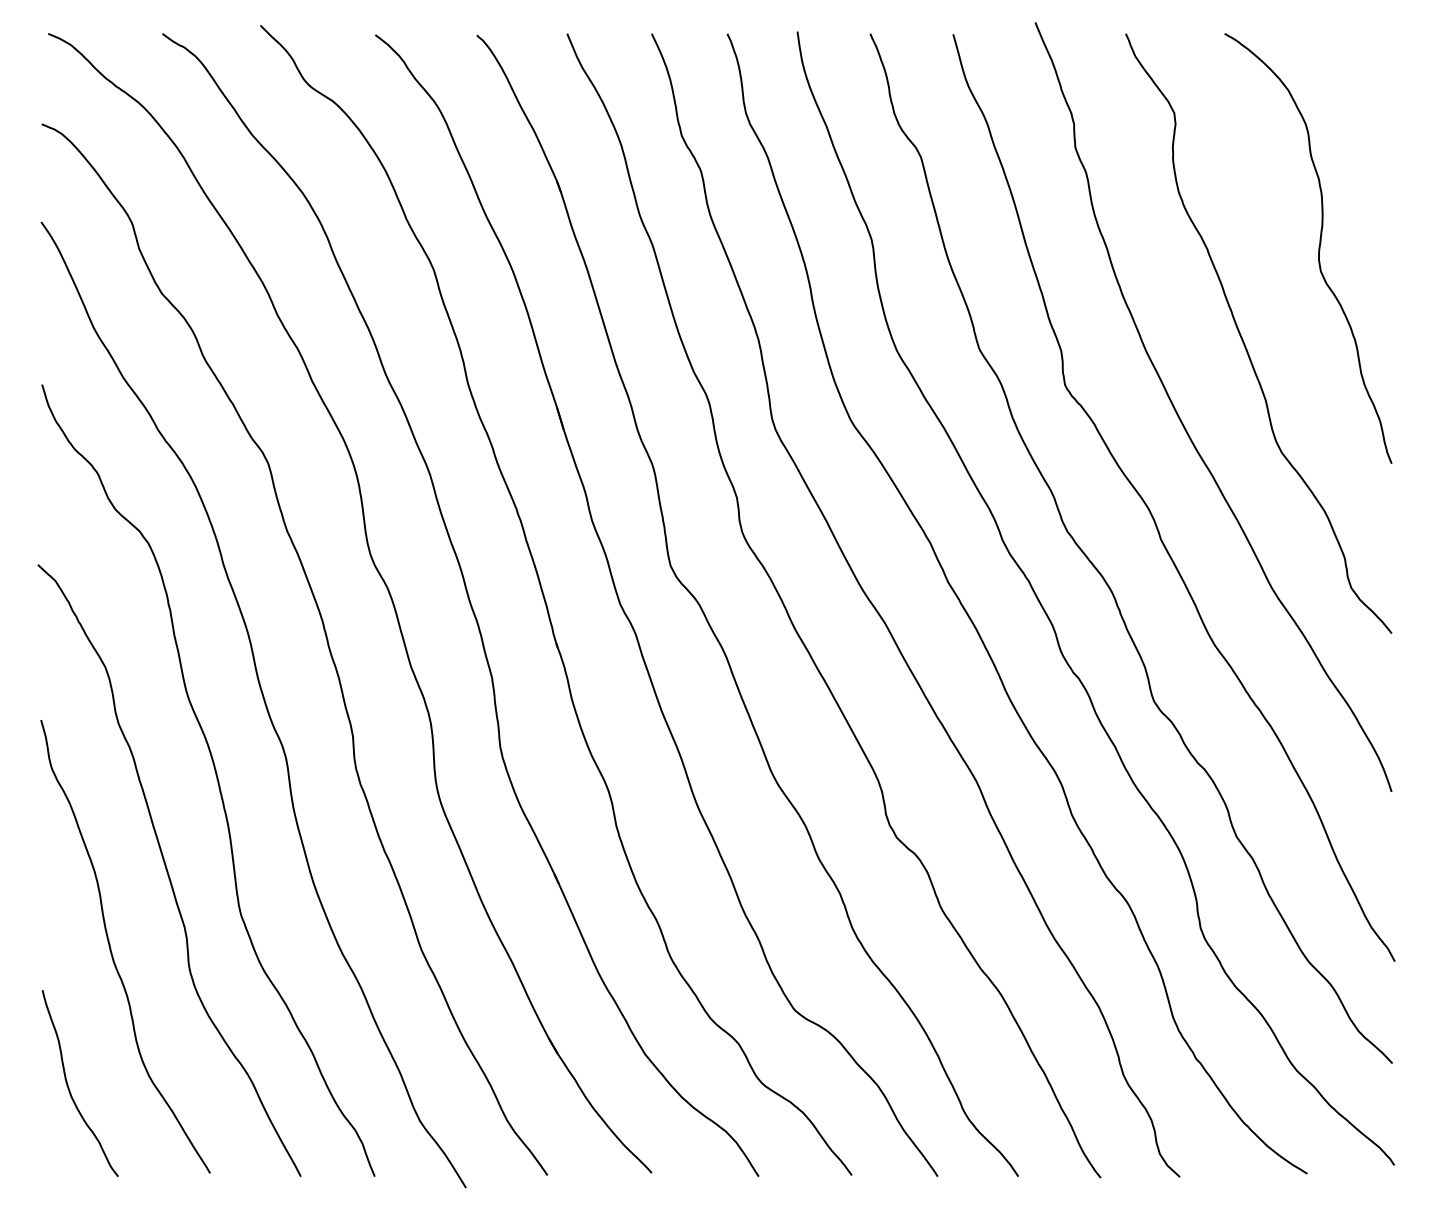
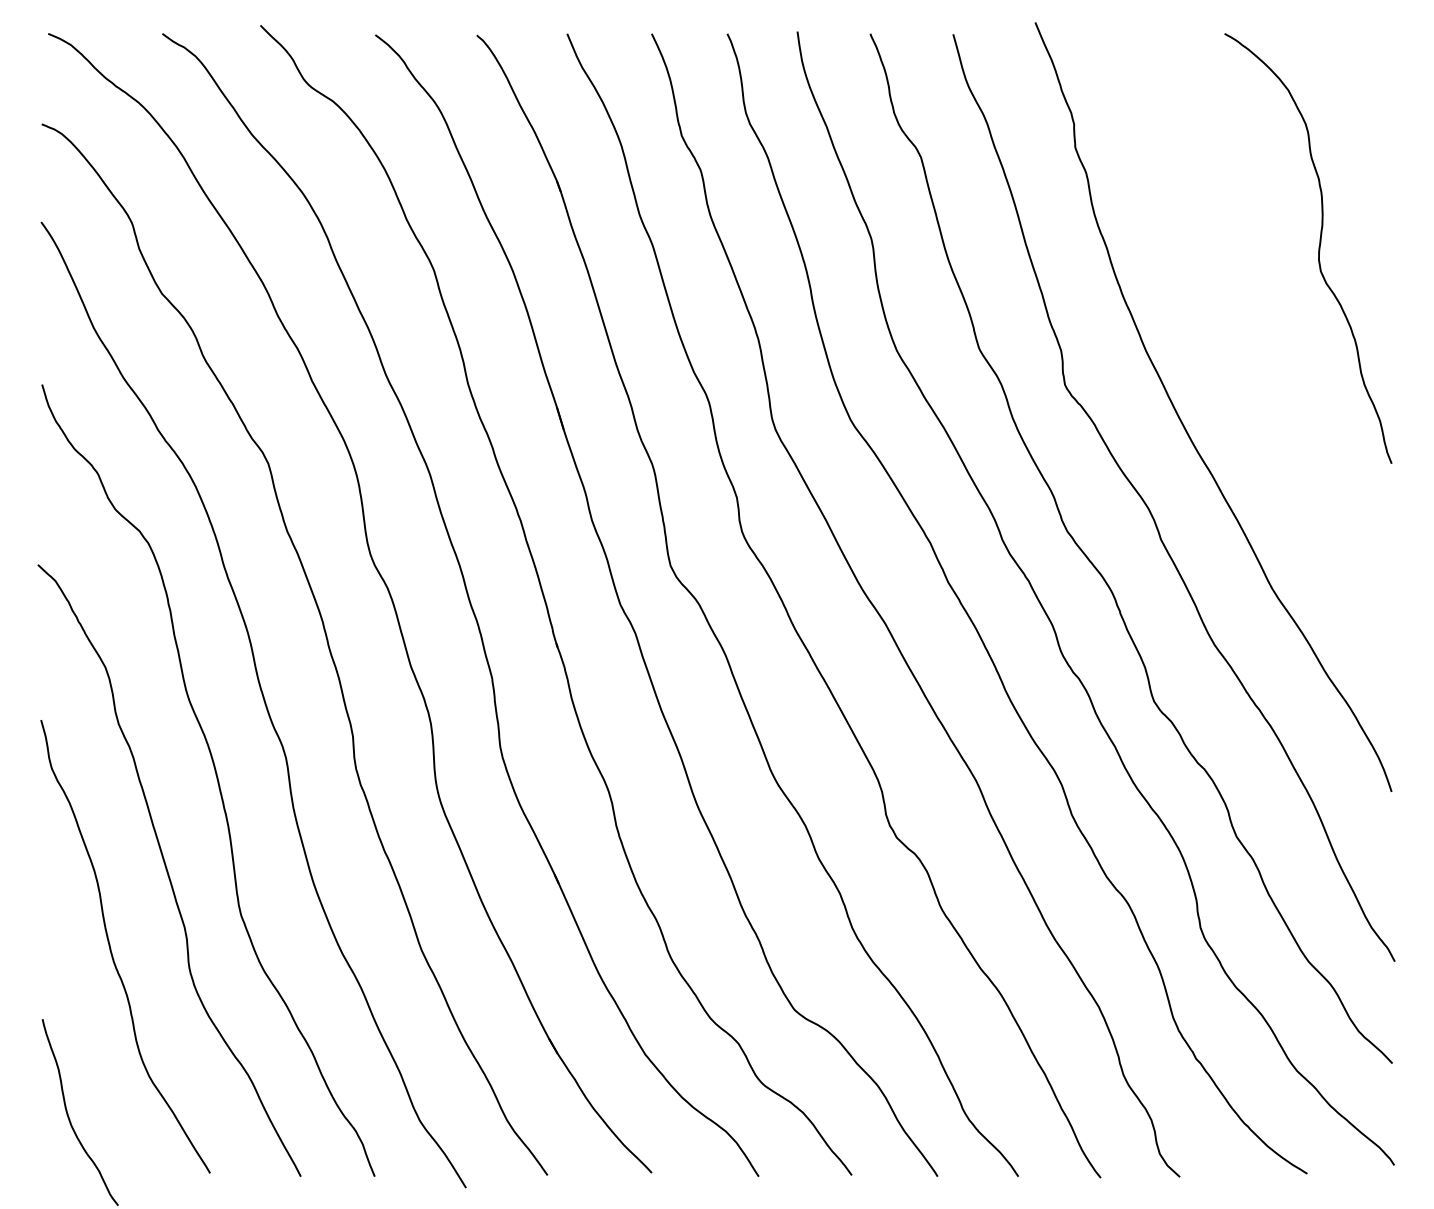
curve at (1244, 341): present -> none
curve at (69, 1087) position: (69, 1087) -> (69, 1116)
